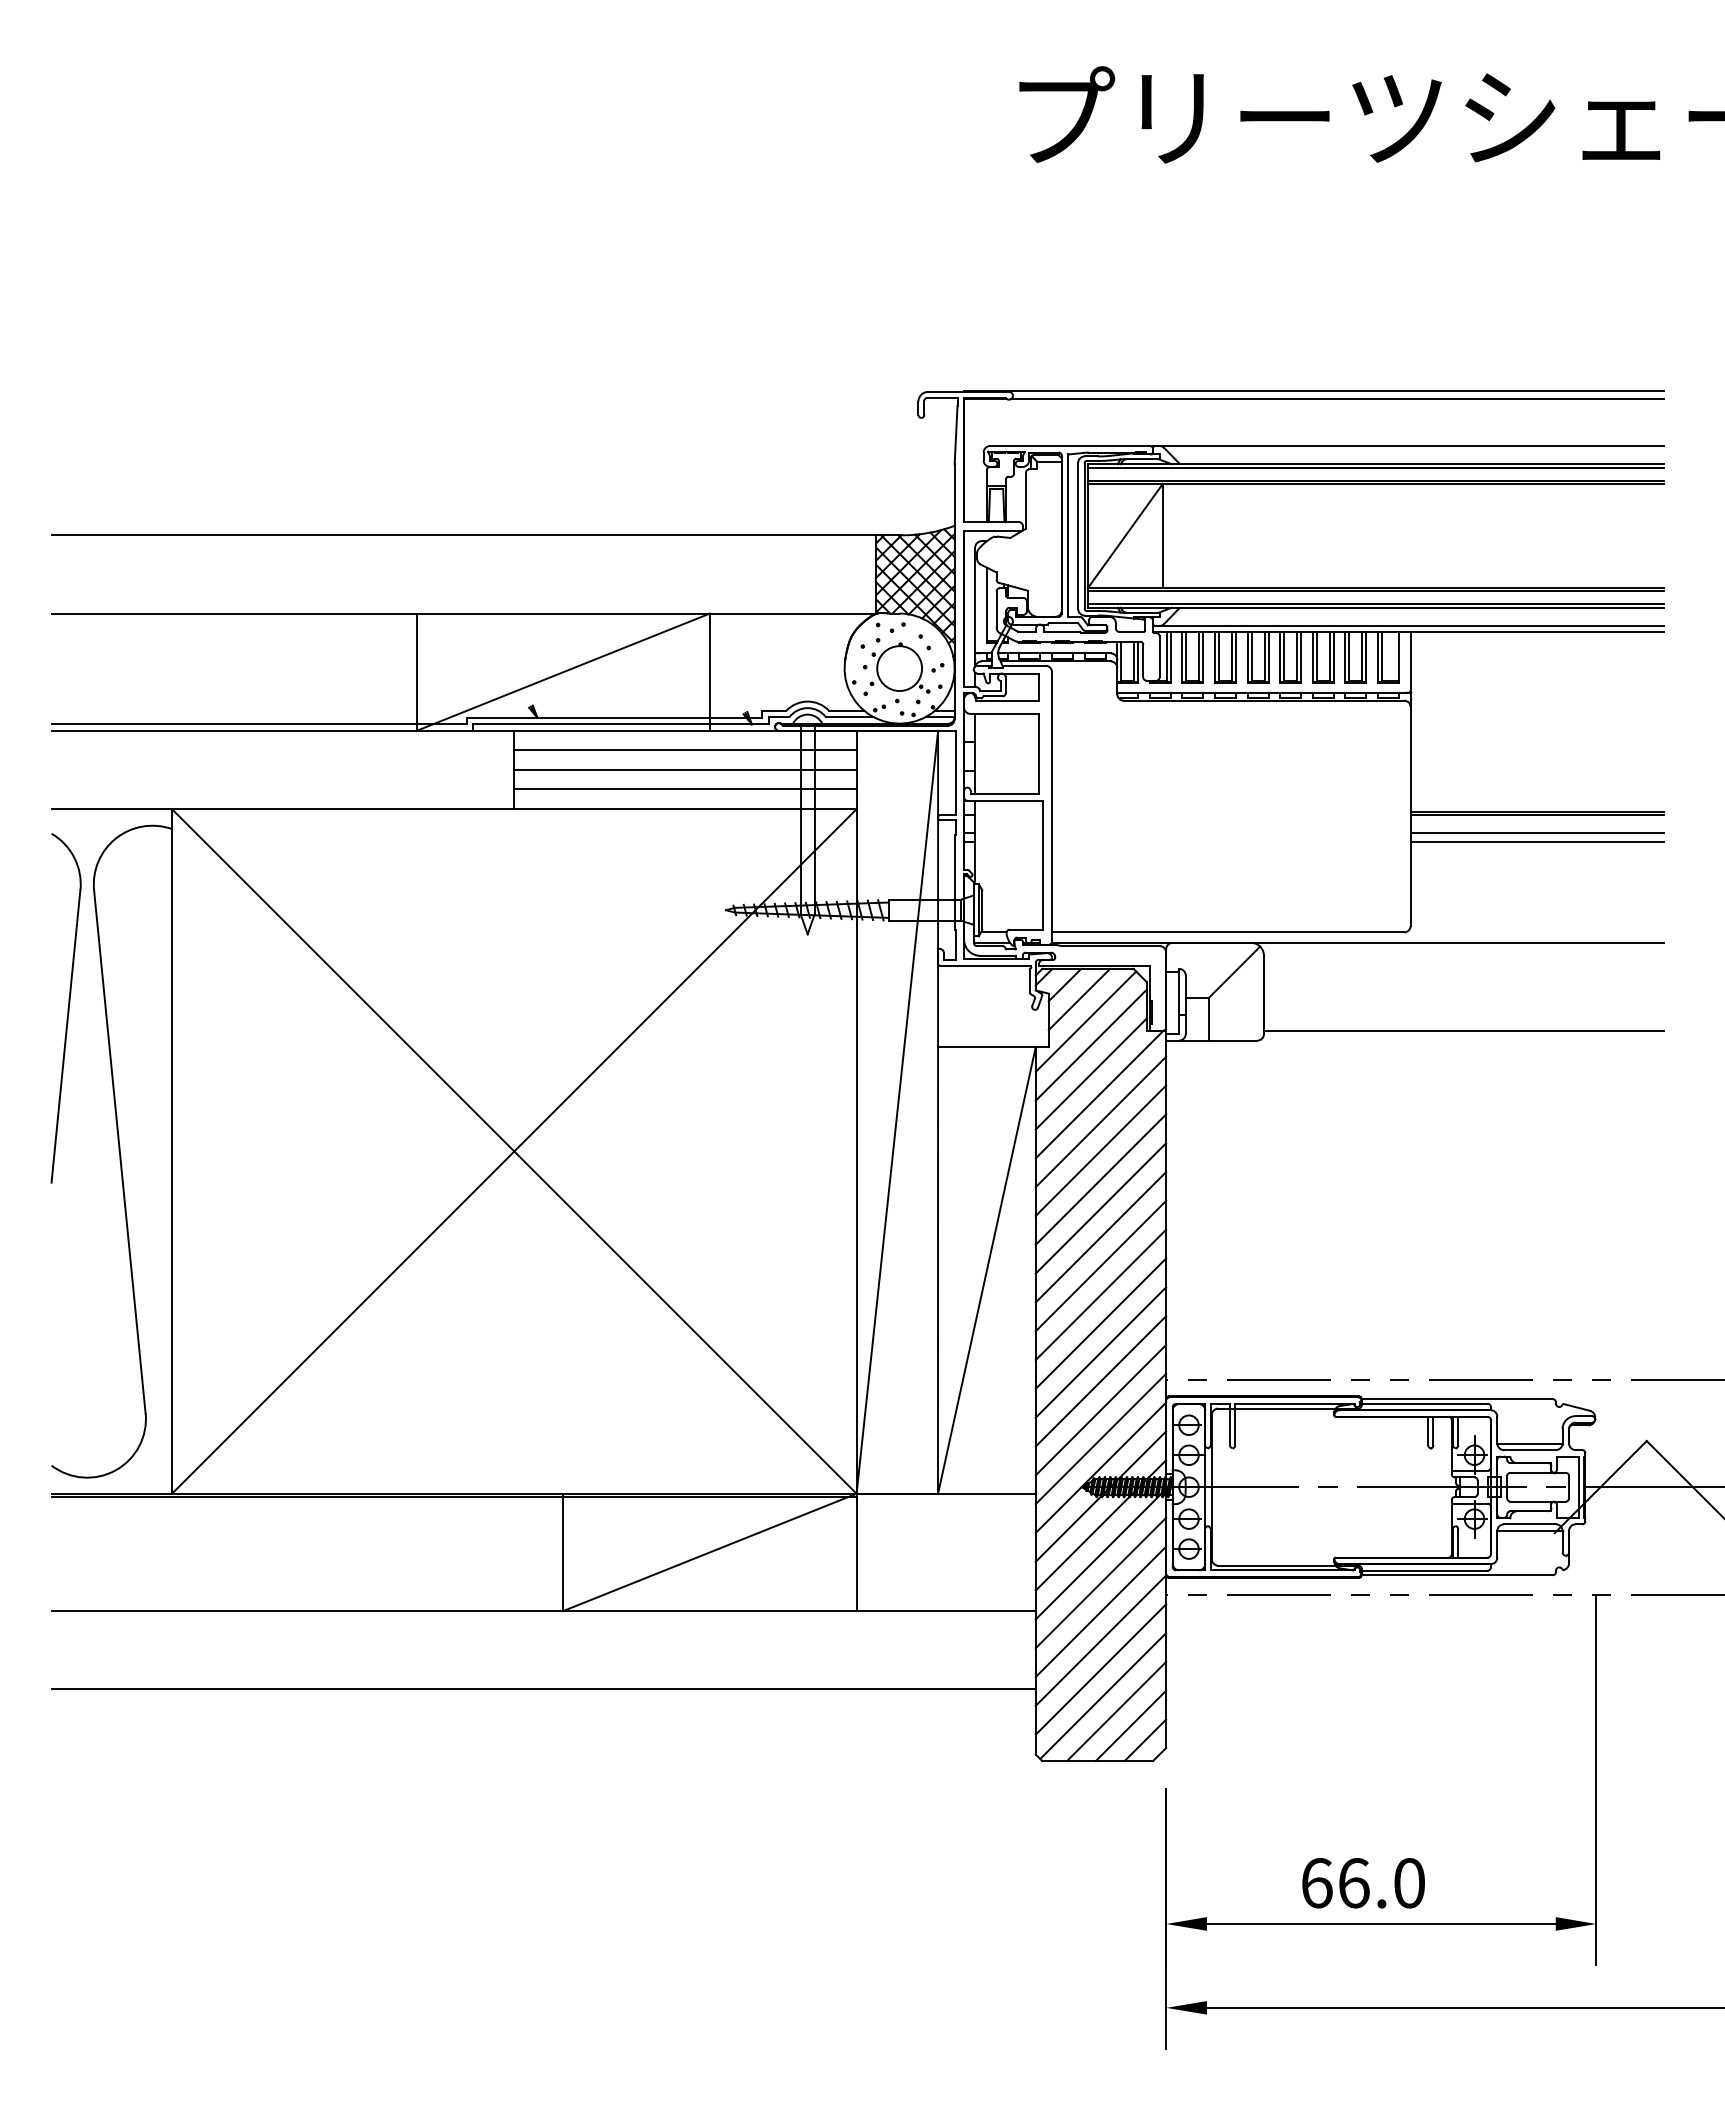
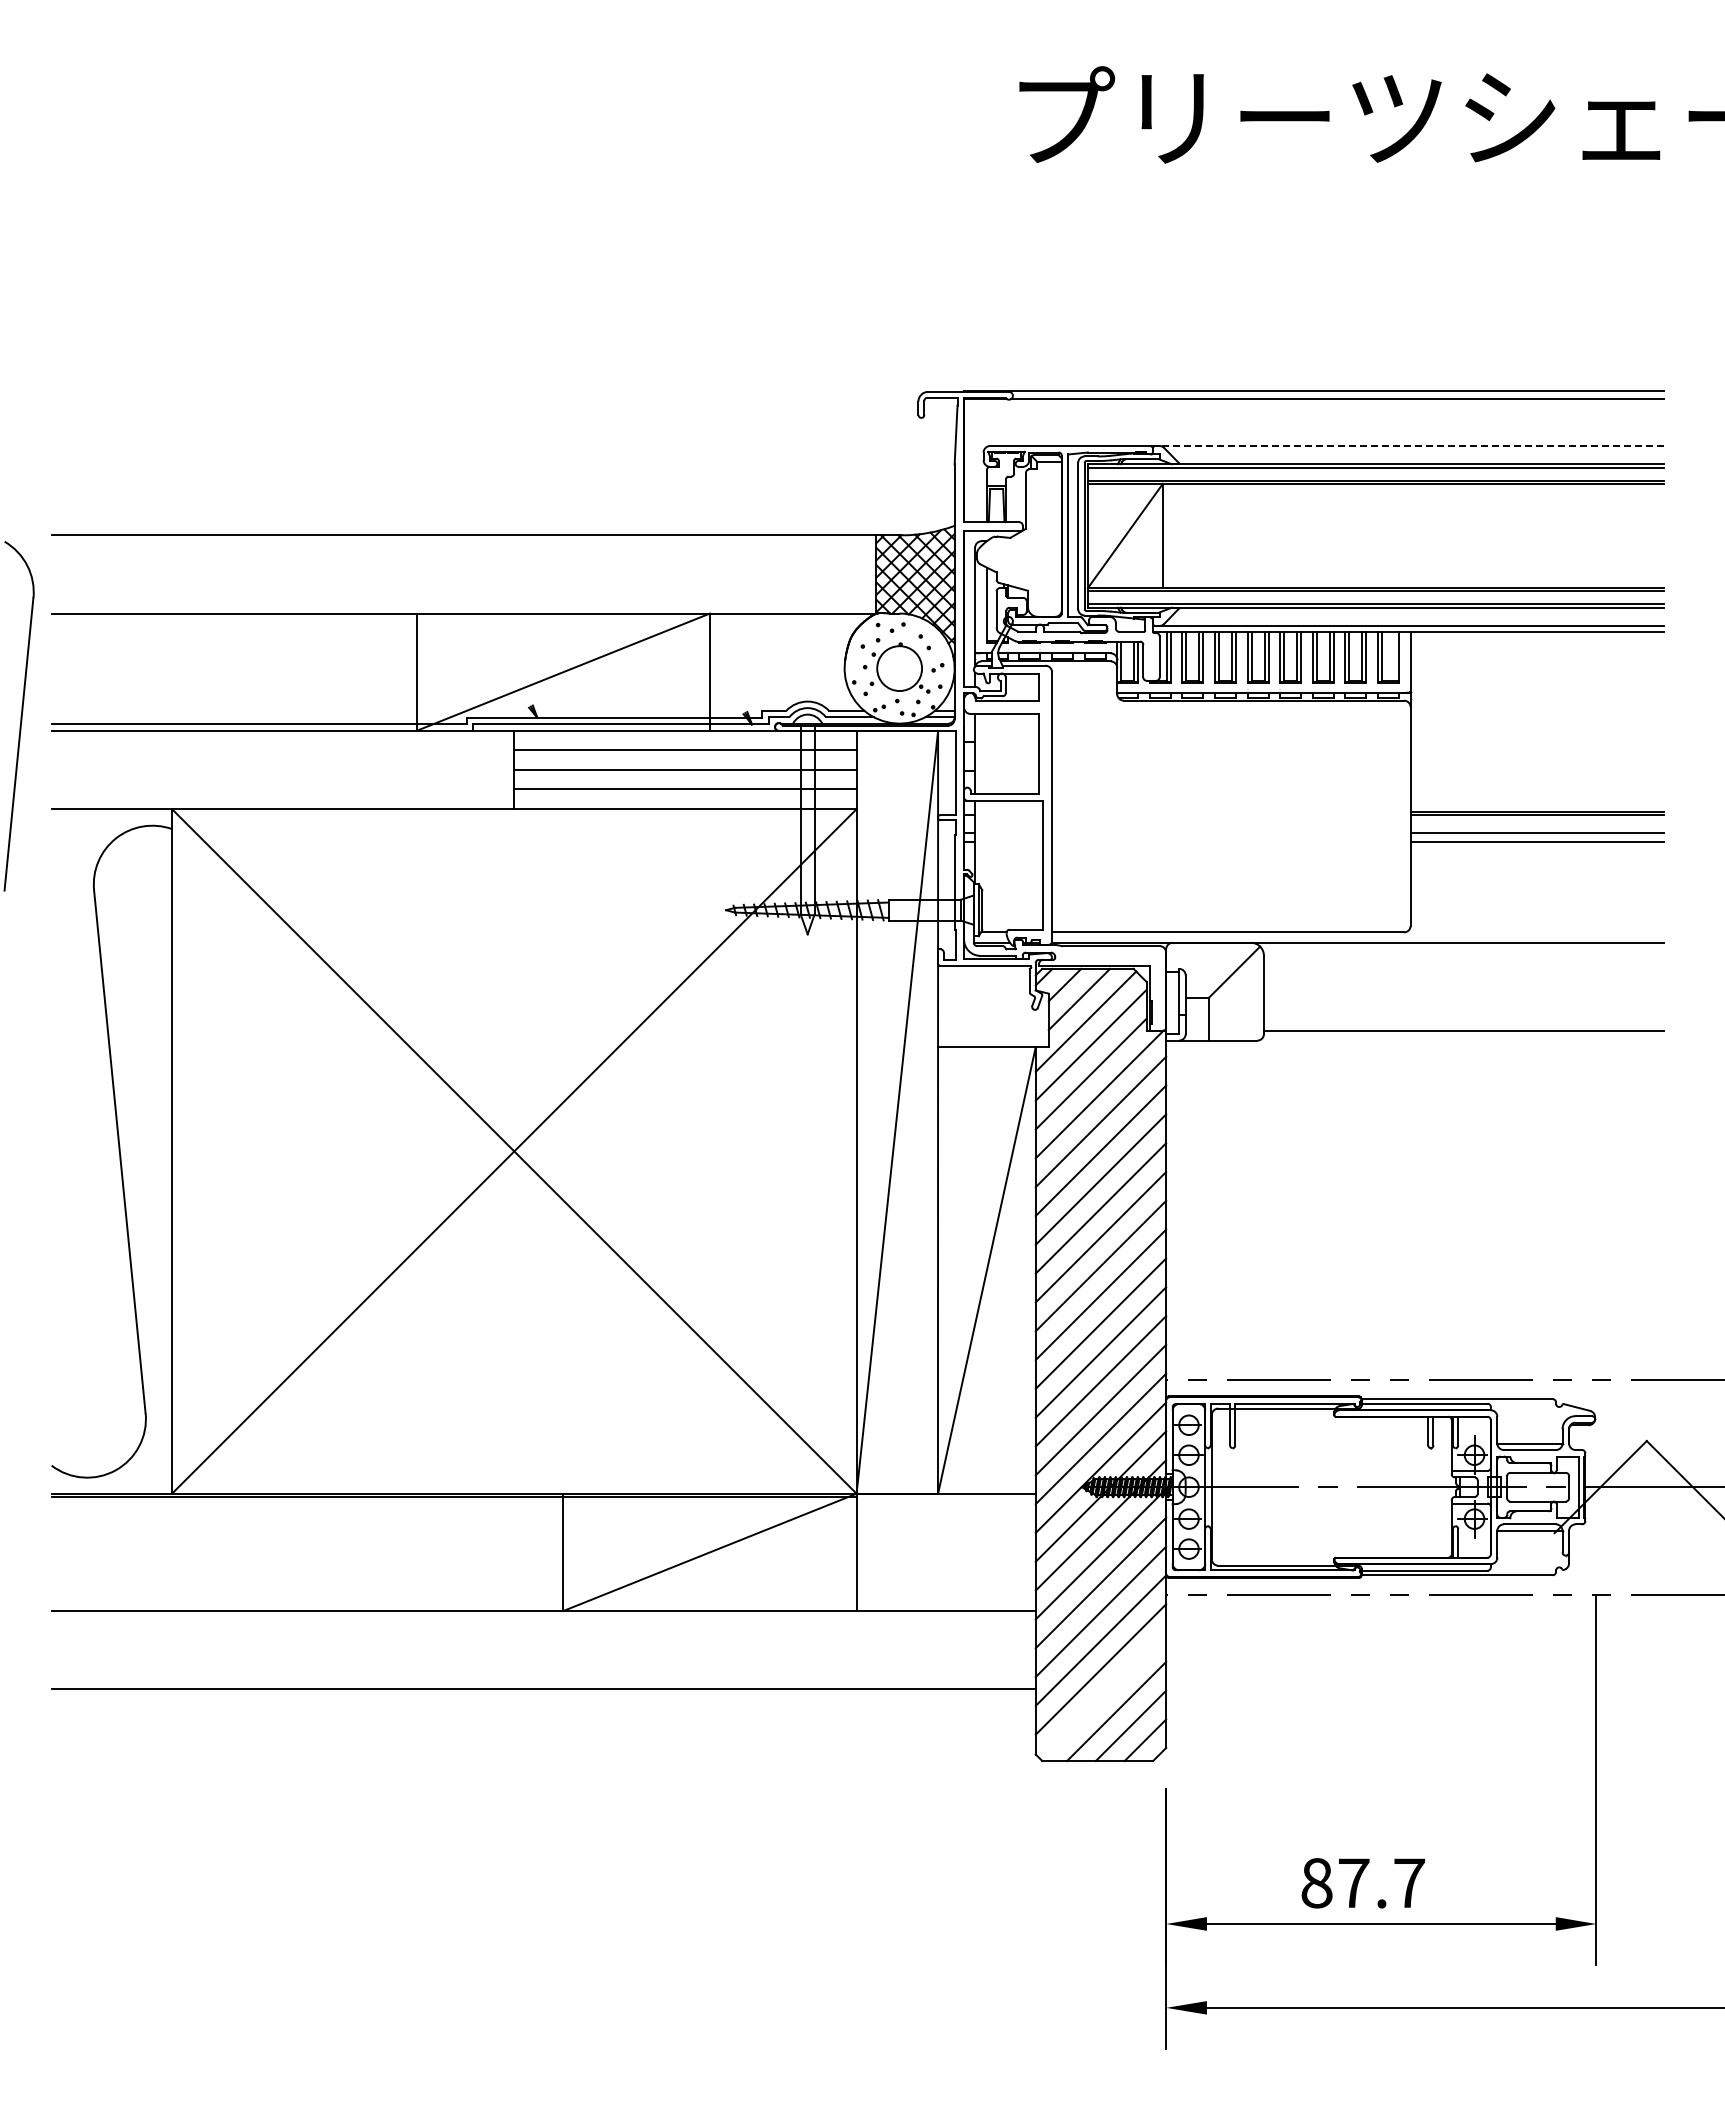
line at (1406, 446): solid -> dashed
part at (65, 1008) position: (65, 1008) -> (18, 716)
line at (1103, 1695): present -> none
text at (1363, 1883): 66.0 -> 87.7
